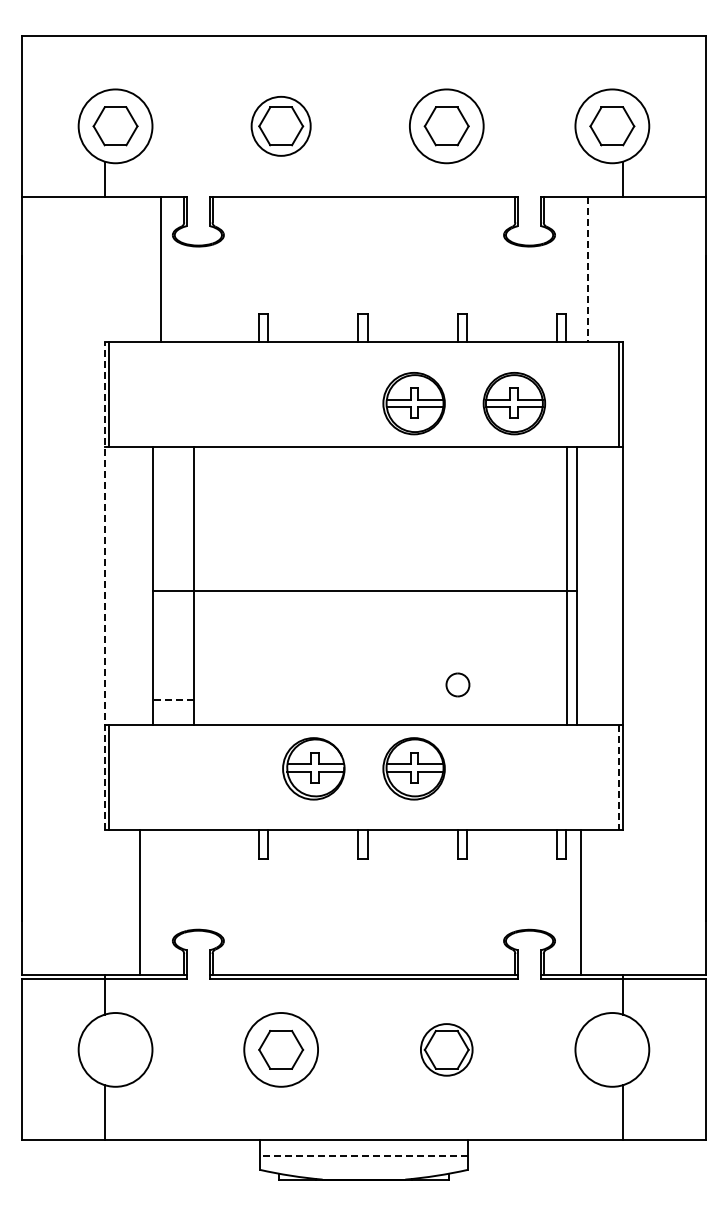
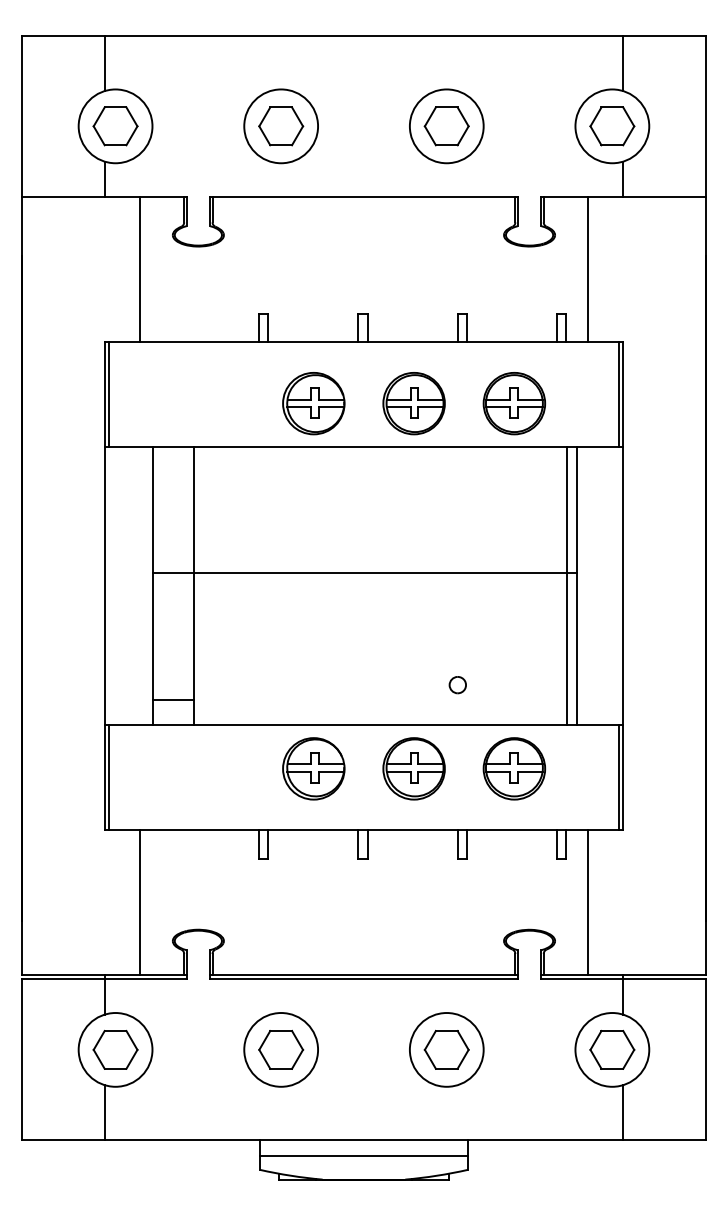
line at (104, 63): none -> present
line at (623, 63): none -> present
circle at (280, 125) diameter: 59 px -> 74 px
line at (160, 269) position: (160, 269) -> (139, 269)
line at (588, 270): dashed -> solid
part at (313, 403): none -> present
line at (104, 585): dashed -> solid
line at (364, 590) position: (364, 590) -> (364, 572)
part at (457, 684) size: 26x26 px -> 19x19 px
line at (173, 700): dashed -> solid
part at (514, 768): none -> present
line at (618, 777): dashed -> solid
line at (581, 902) position: (581, 902) -> (588, 902)
part at (115, 1049): none -> present
circle at (446, 1049) diameter: 52 px -> 74 px
part at (612, 1049): none -> present
line at (363, 1155): dashed -> solid
